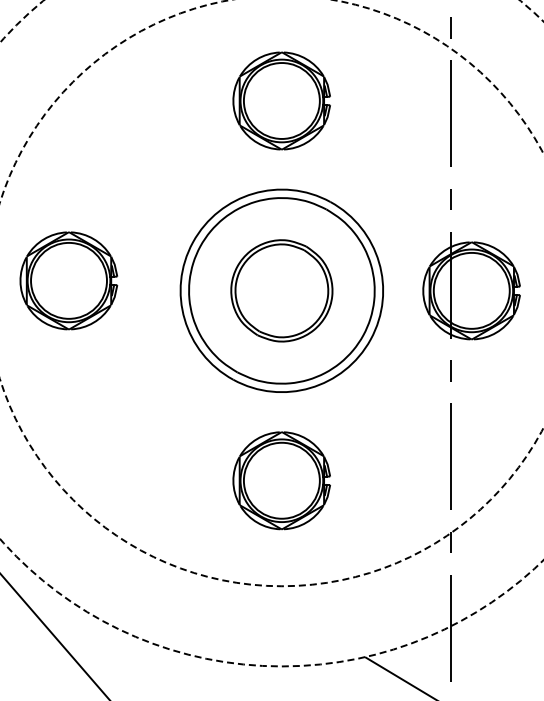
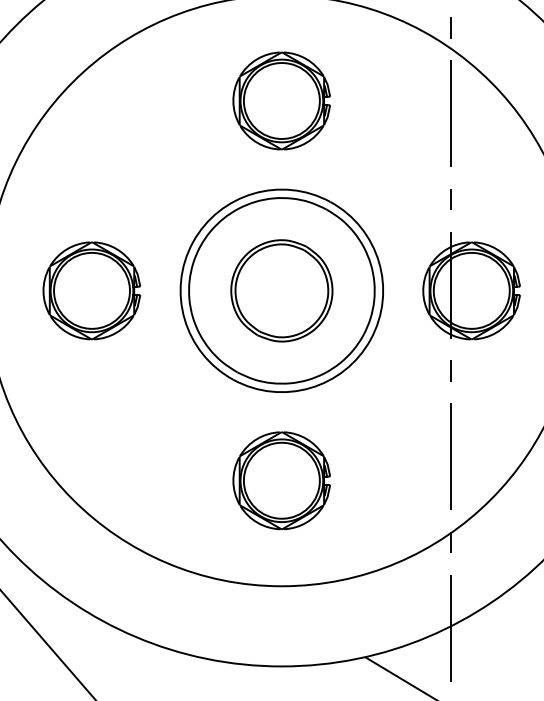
part at (68, 280) position: (68, 280) -> (91, 290)
circle at (271, 293): dashed -> solid
circle at (271, 333): dashed -> solid
line at (54, 636) position: (54, 636) -> (47, 644)
